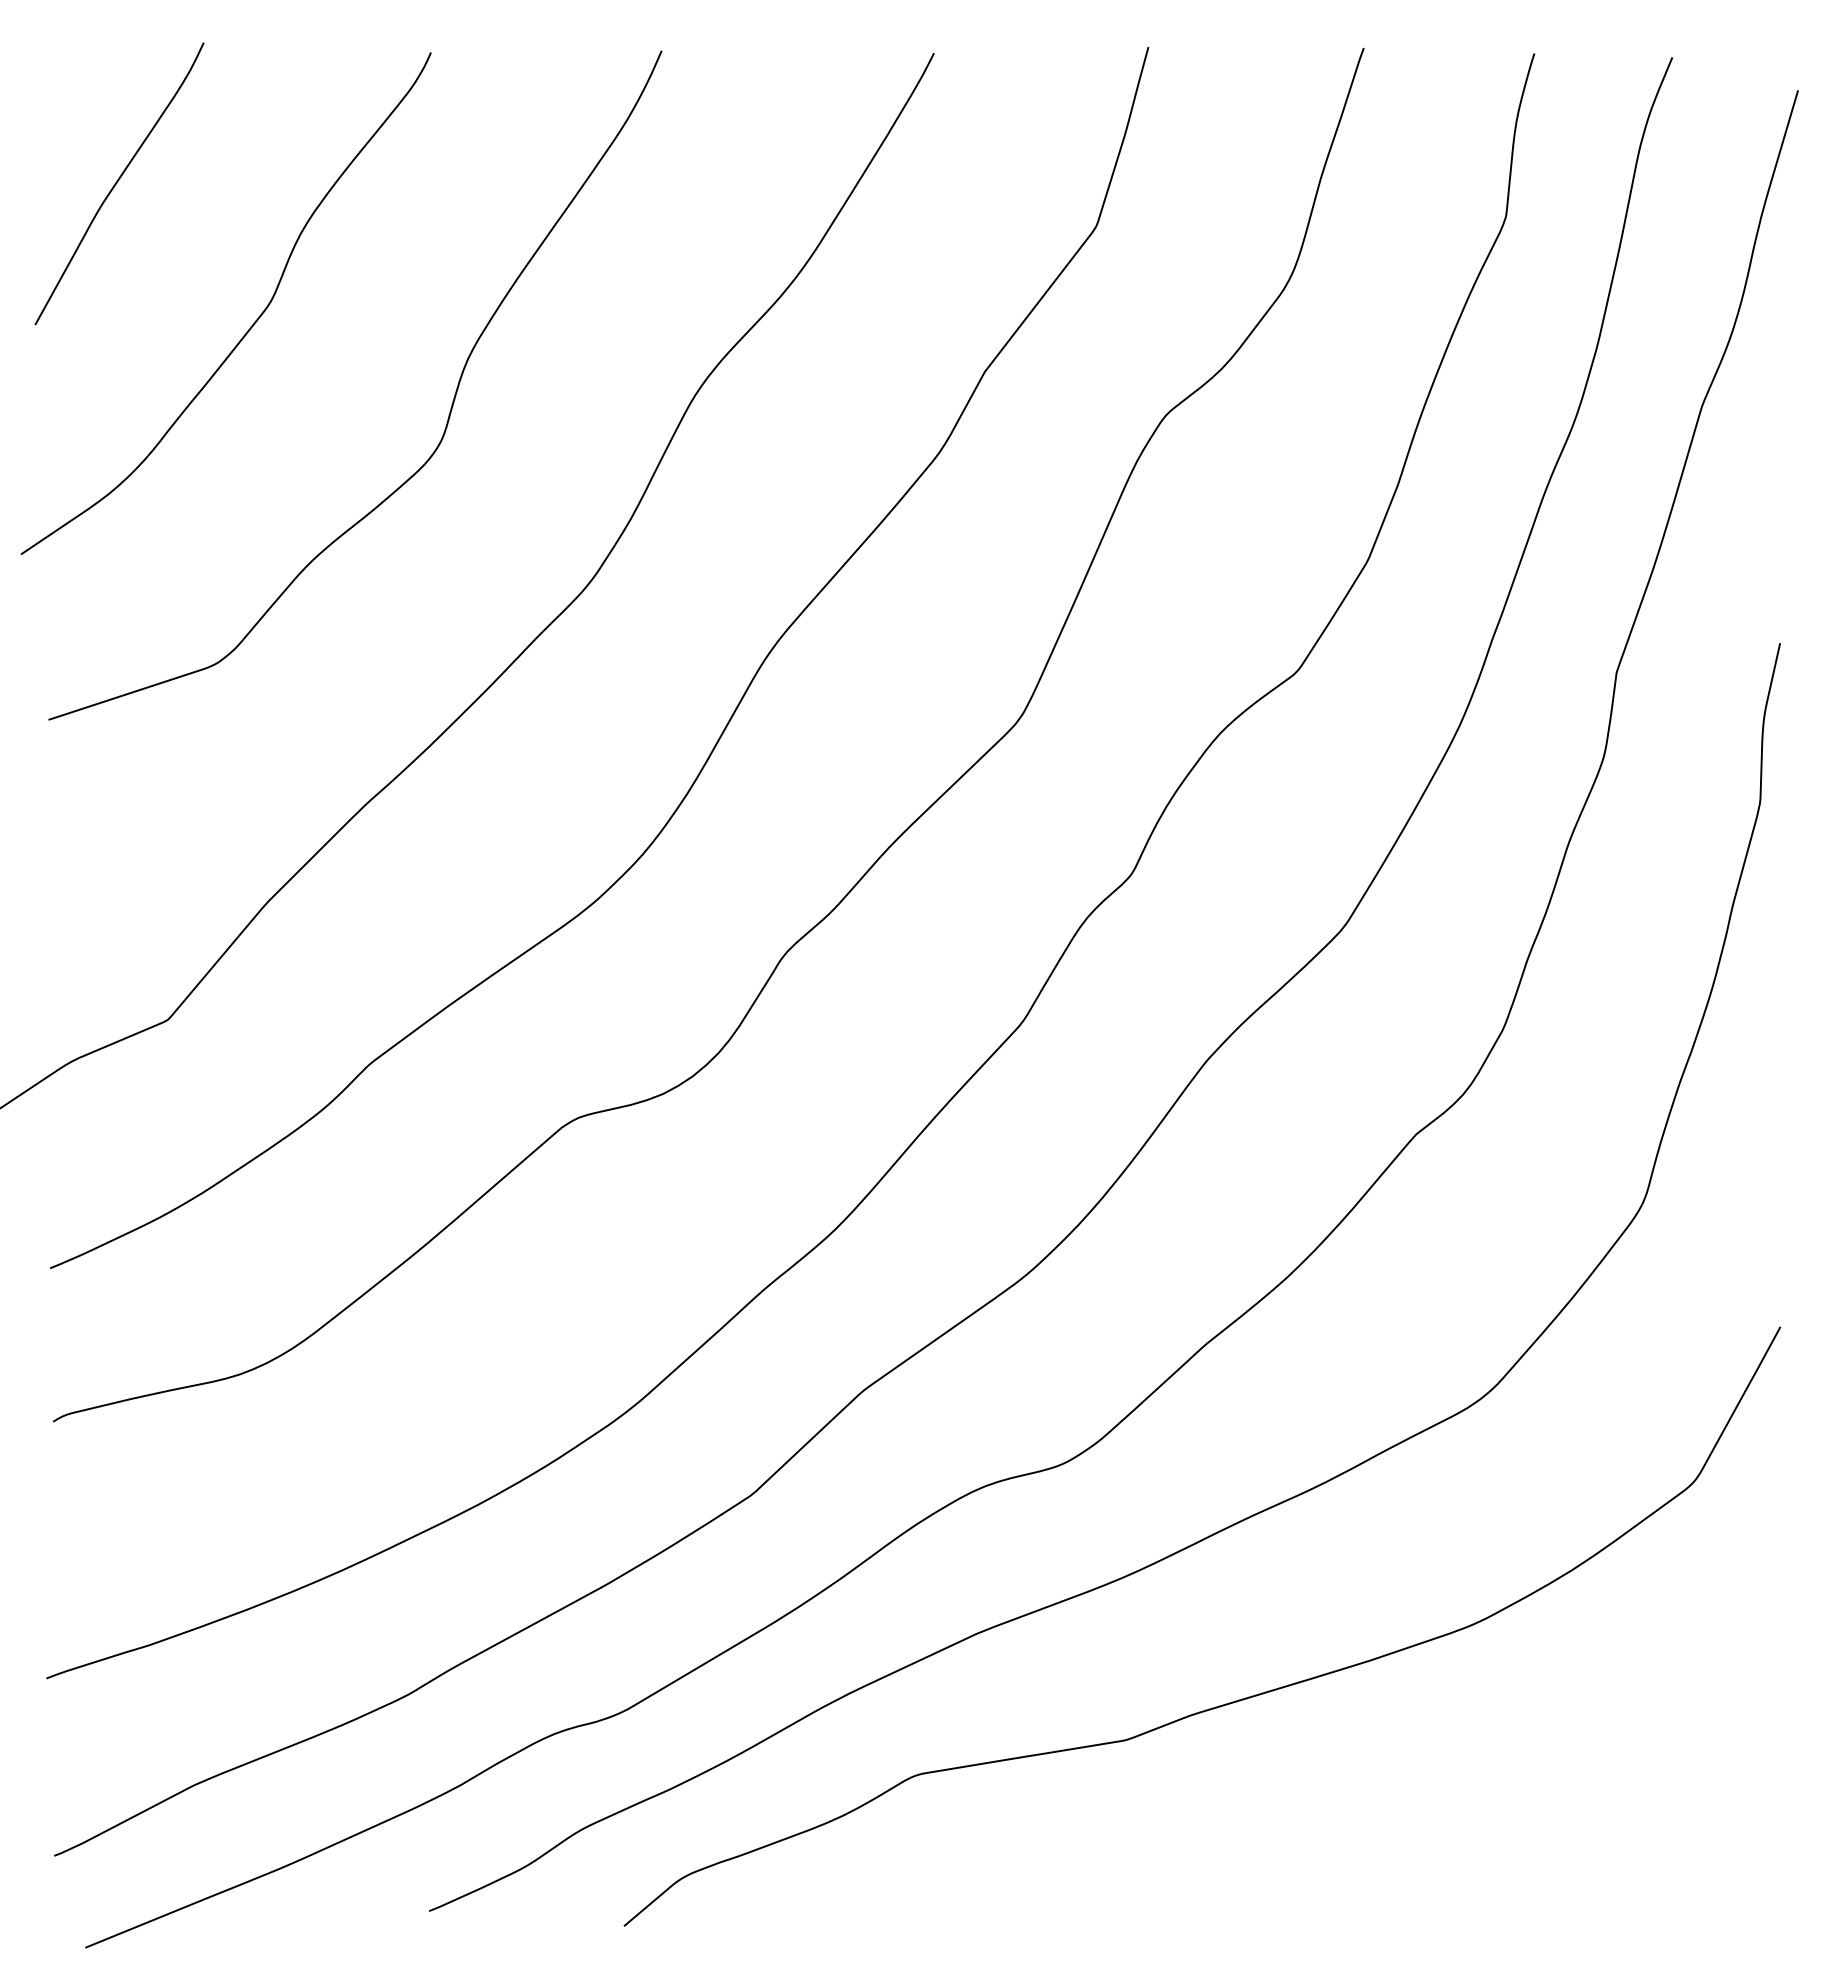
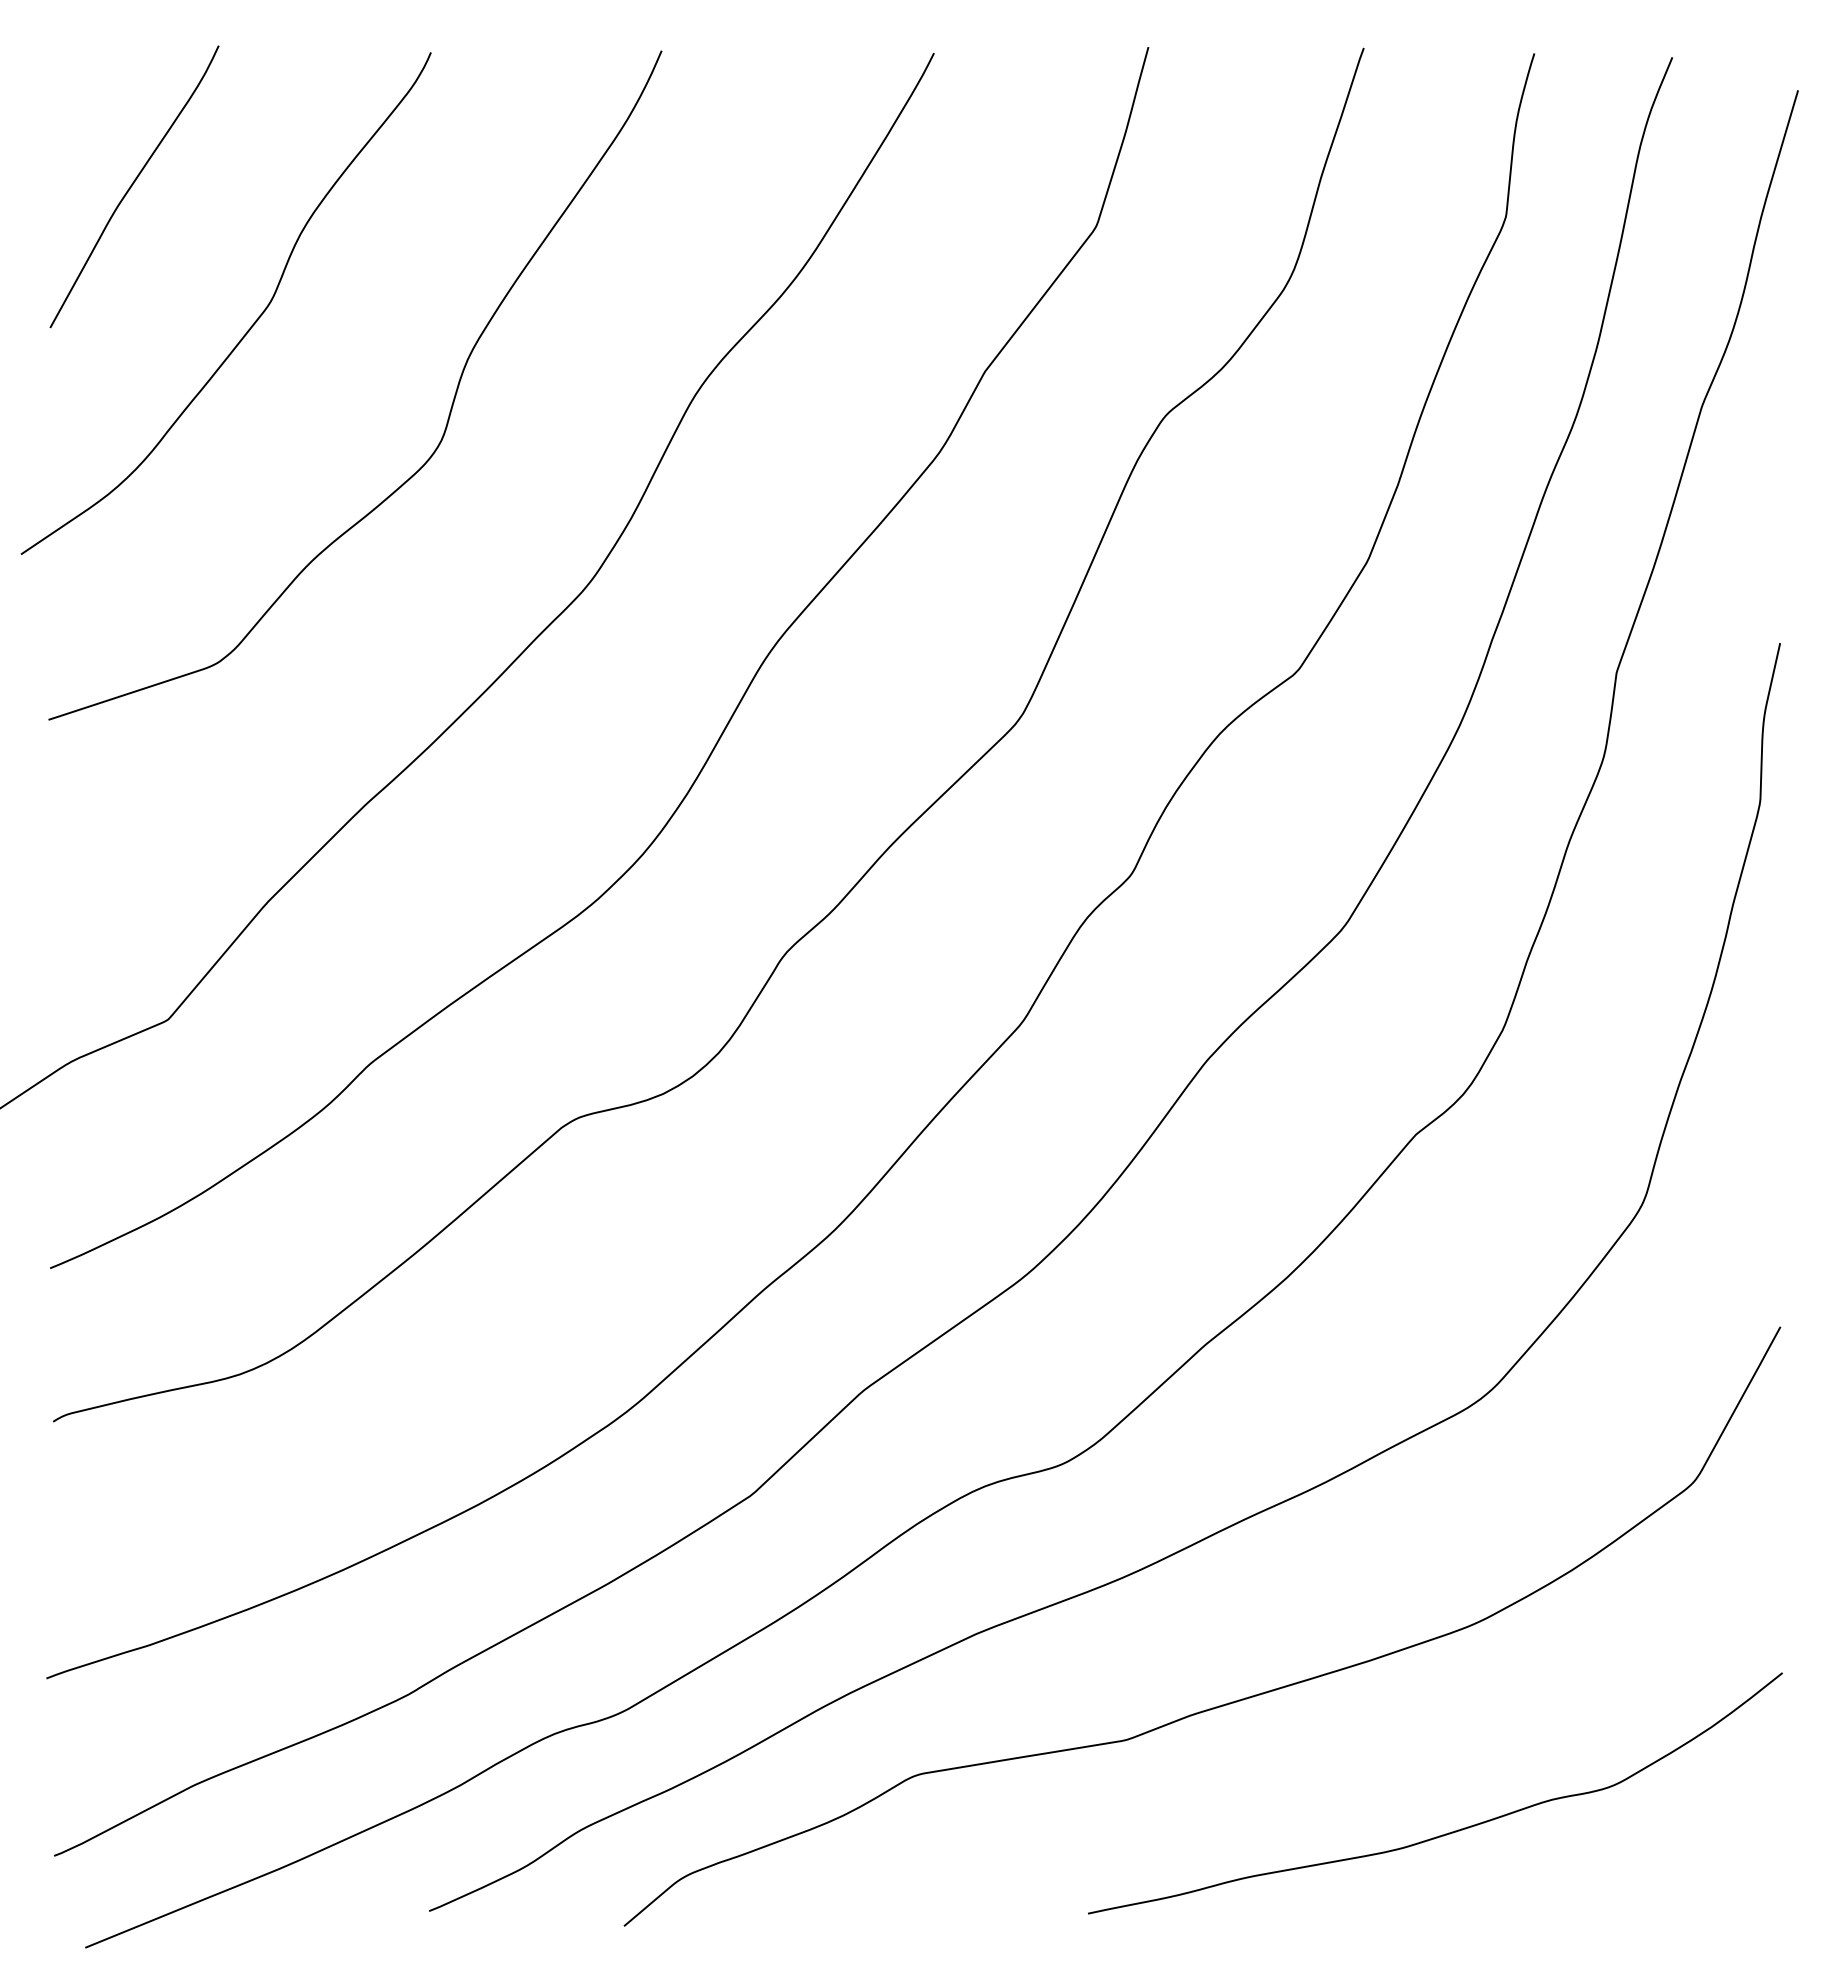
curve at (117, 183) position: (117, 183) -> (132, 186)
curve at (1448, 1832): none -> present
